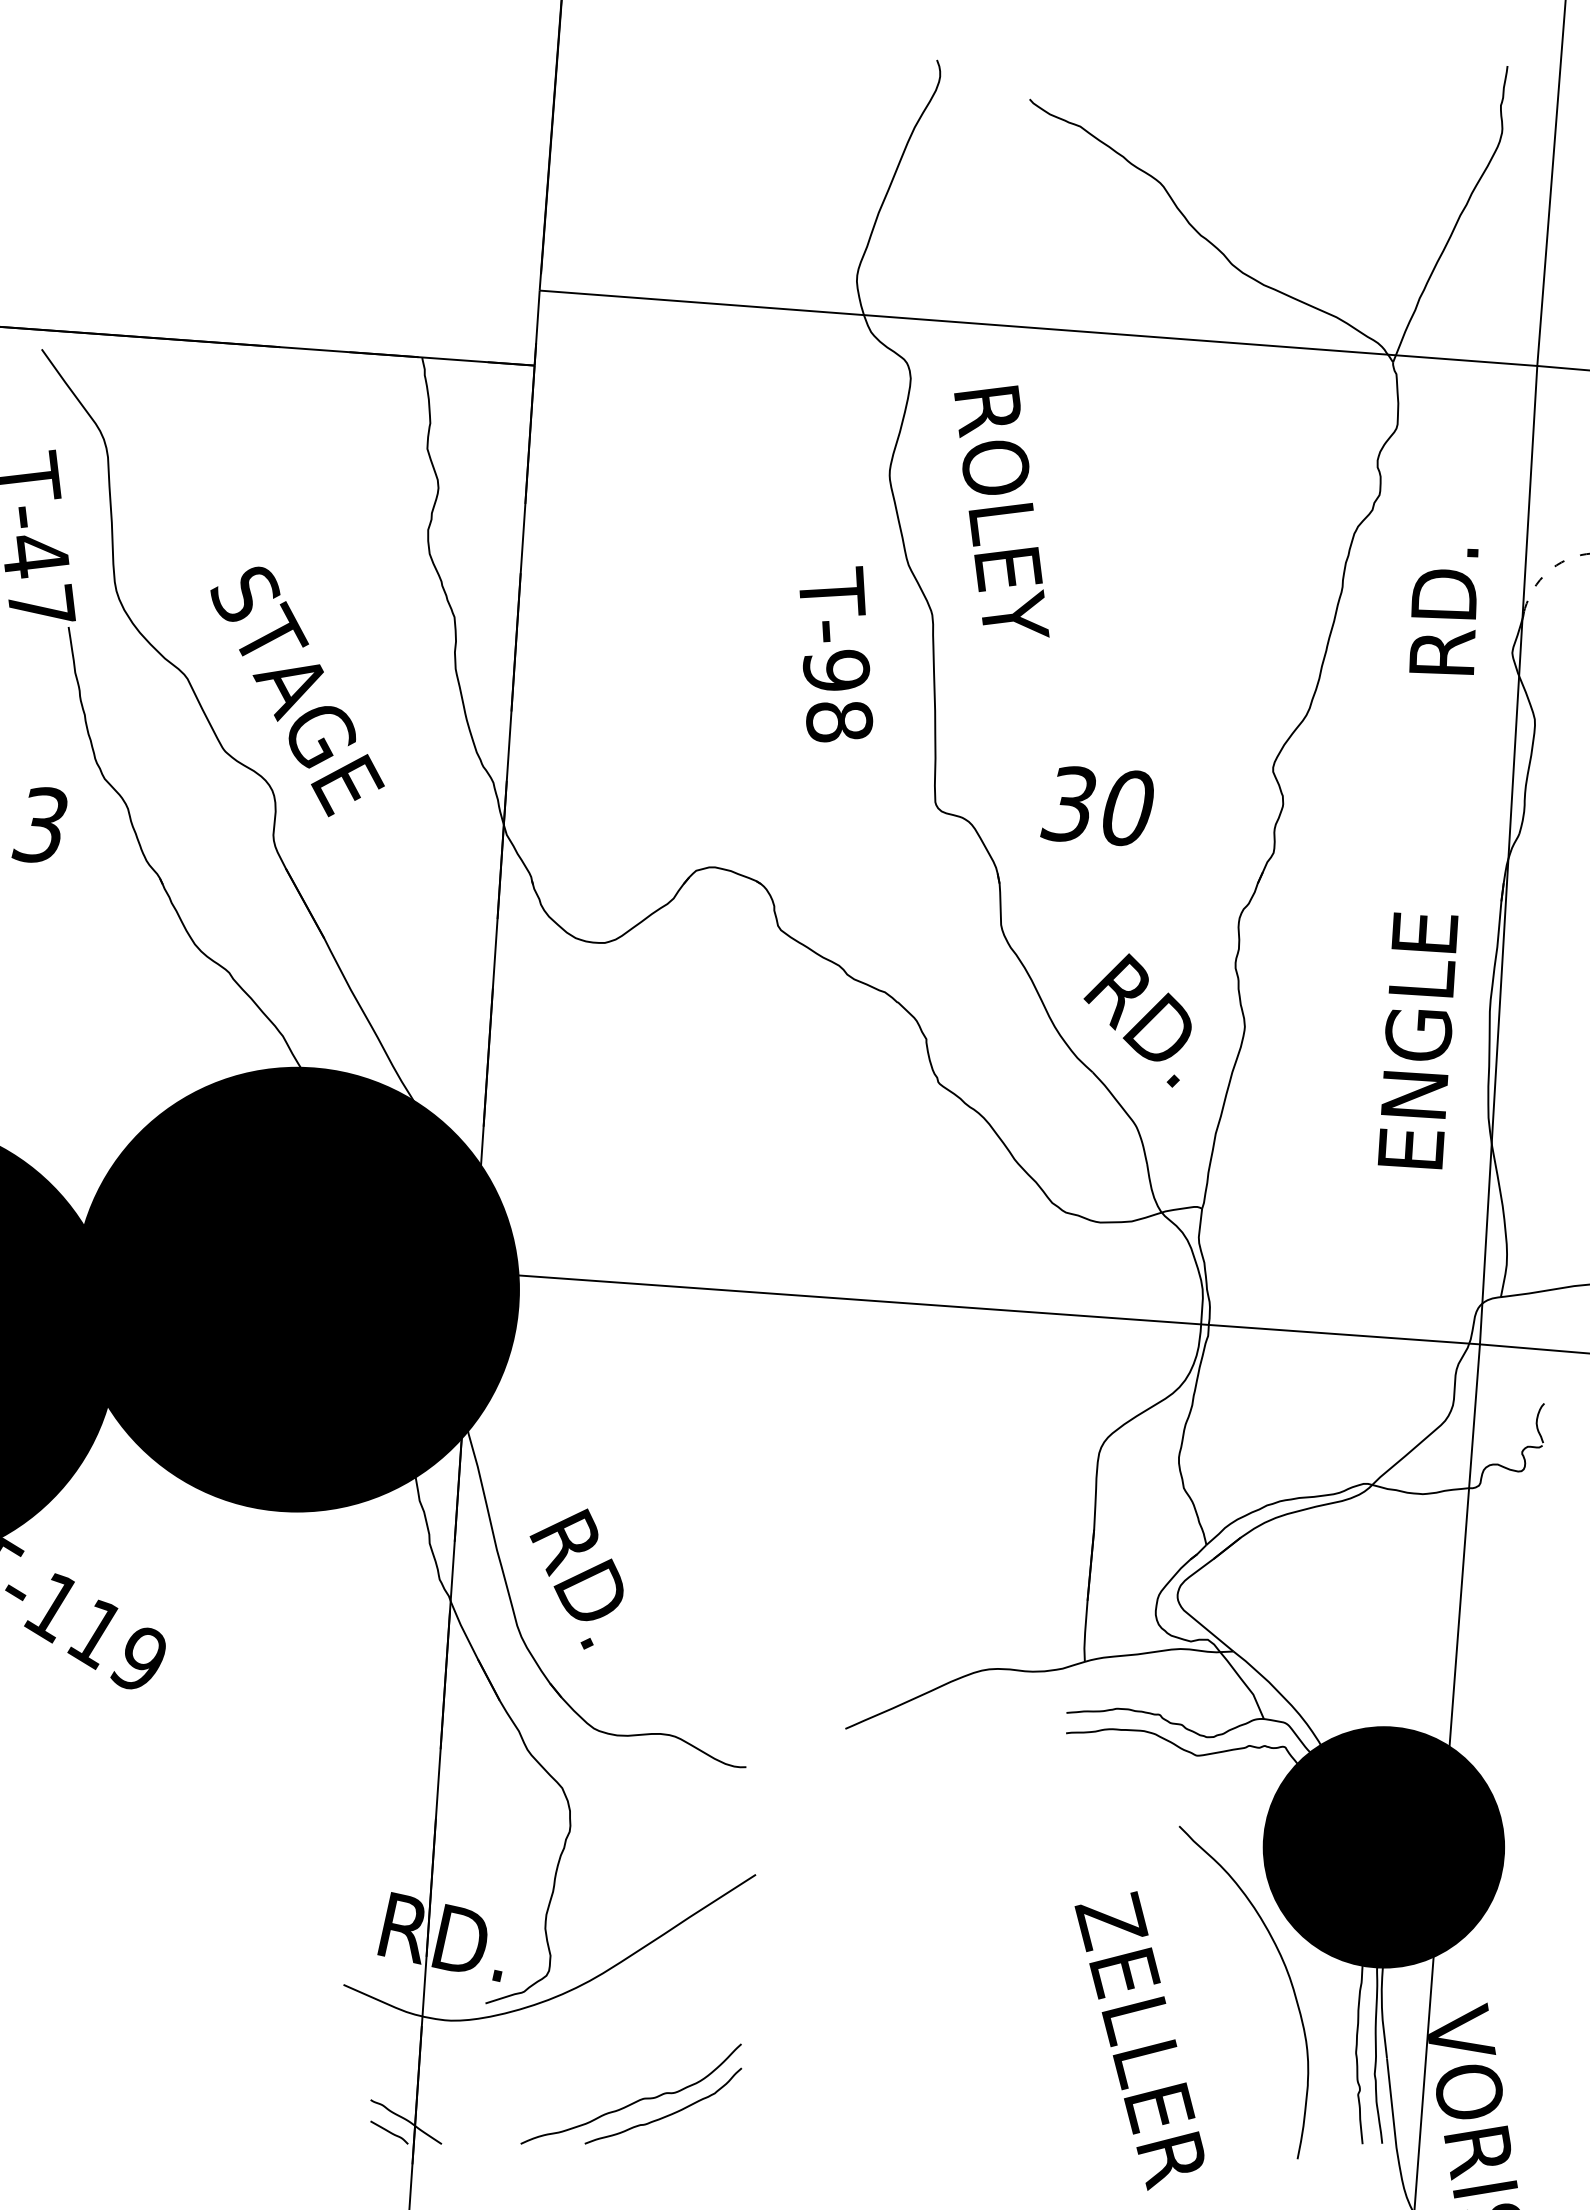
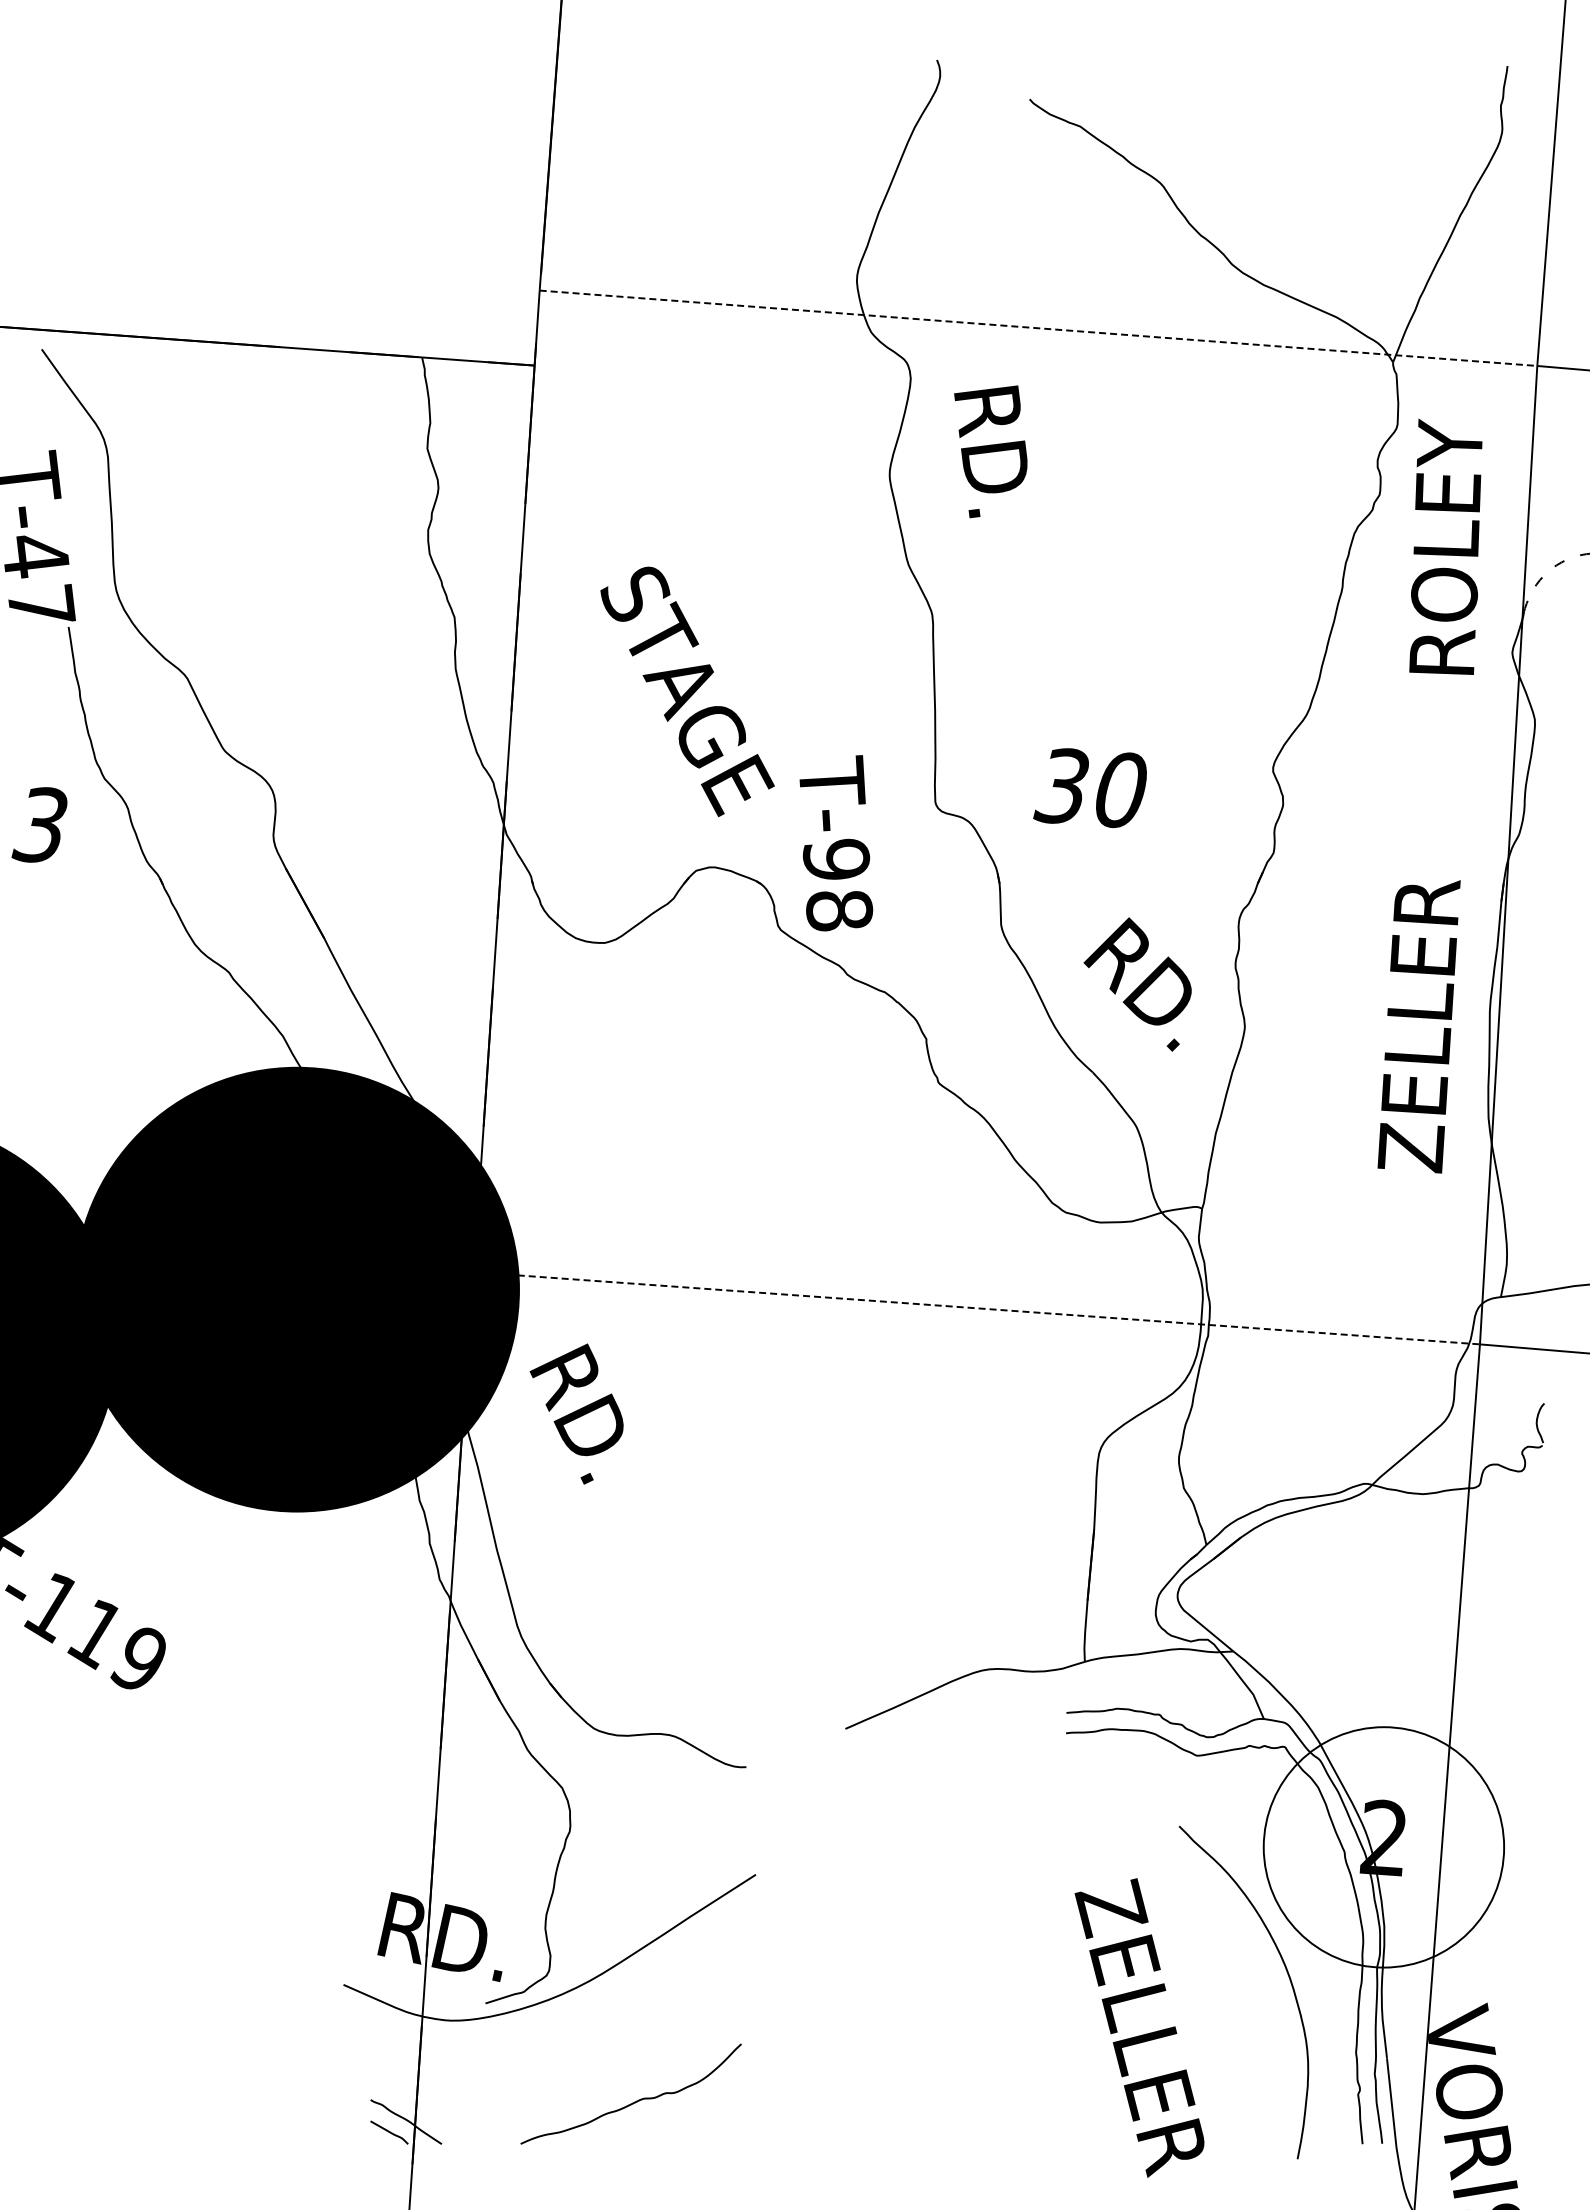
line at (1038, 328): solid -> dashed
text at (1446, 519): RD. -> ROLEY
text at (1005, 538): ROLEY -> RD.
text at (836, 654) position: (836, 654) -> (836, 843)
text at (297, 691) position: (297, 691) -> (687, 691)
text at (1096, 806) position: (1096, 806) -> (1089, 788)
text at (1137, 1020) position: (1137, 1020) -> (1137, 984)
text at (1418, 1026): ENGLE -> ZELLER
line at (977, 1308): solid -> dashed
text at (576, 1578) position: (576, 1578) -> (576, 1413)
fill at (1383, 1847): present -> none
text at (1139, 2040) position: (1139, 2040) -> (1139, 2027)
curve at (665, 2115): present -> none
